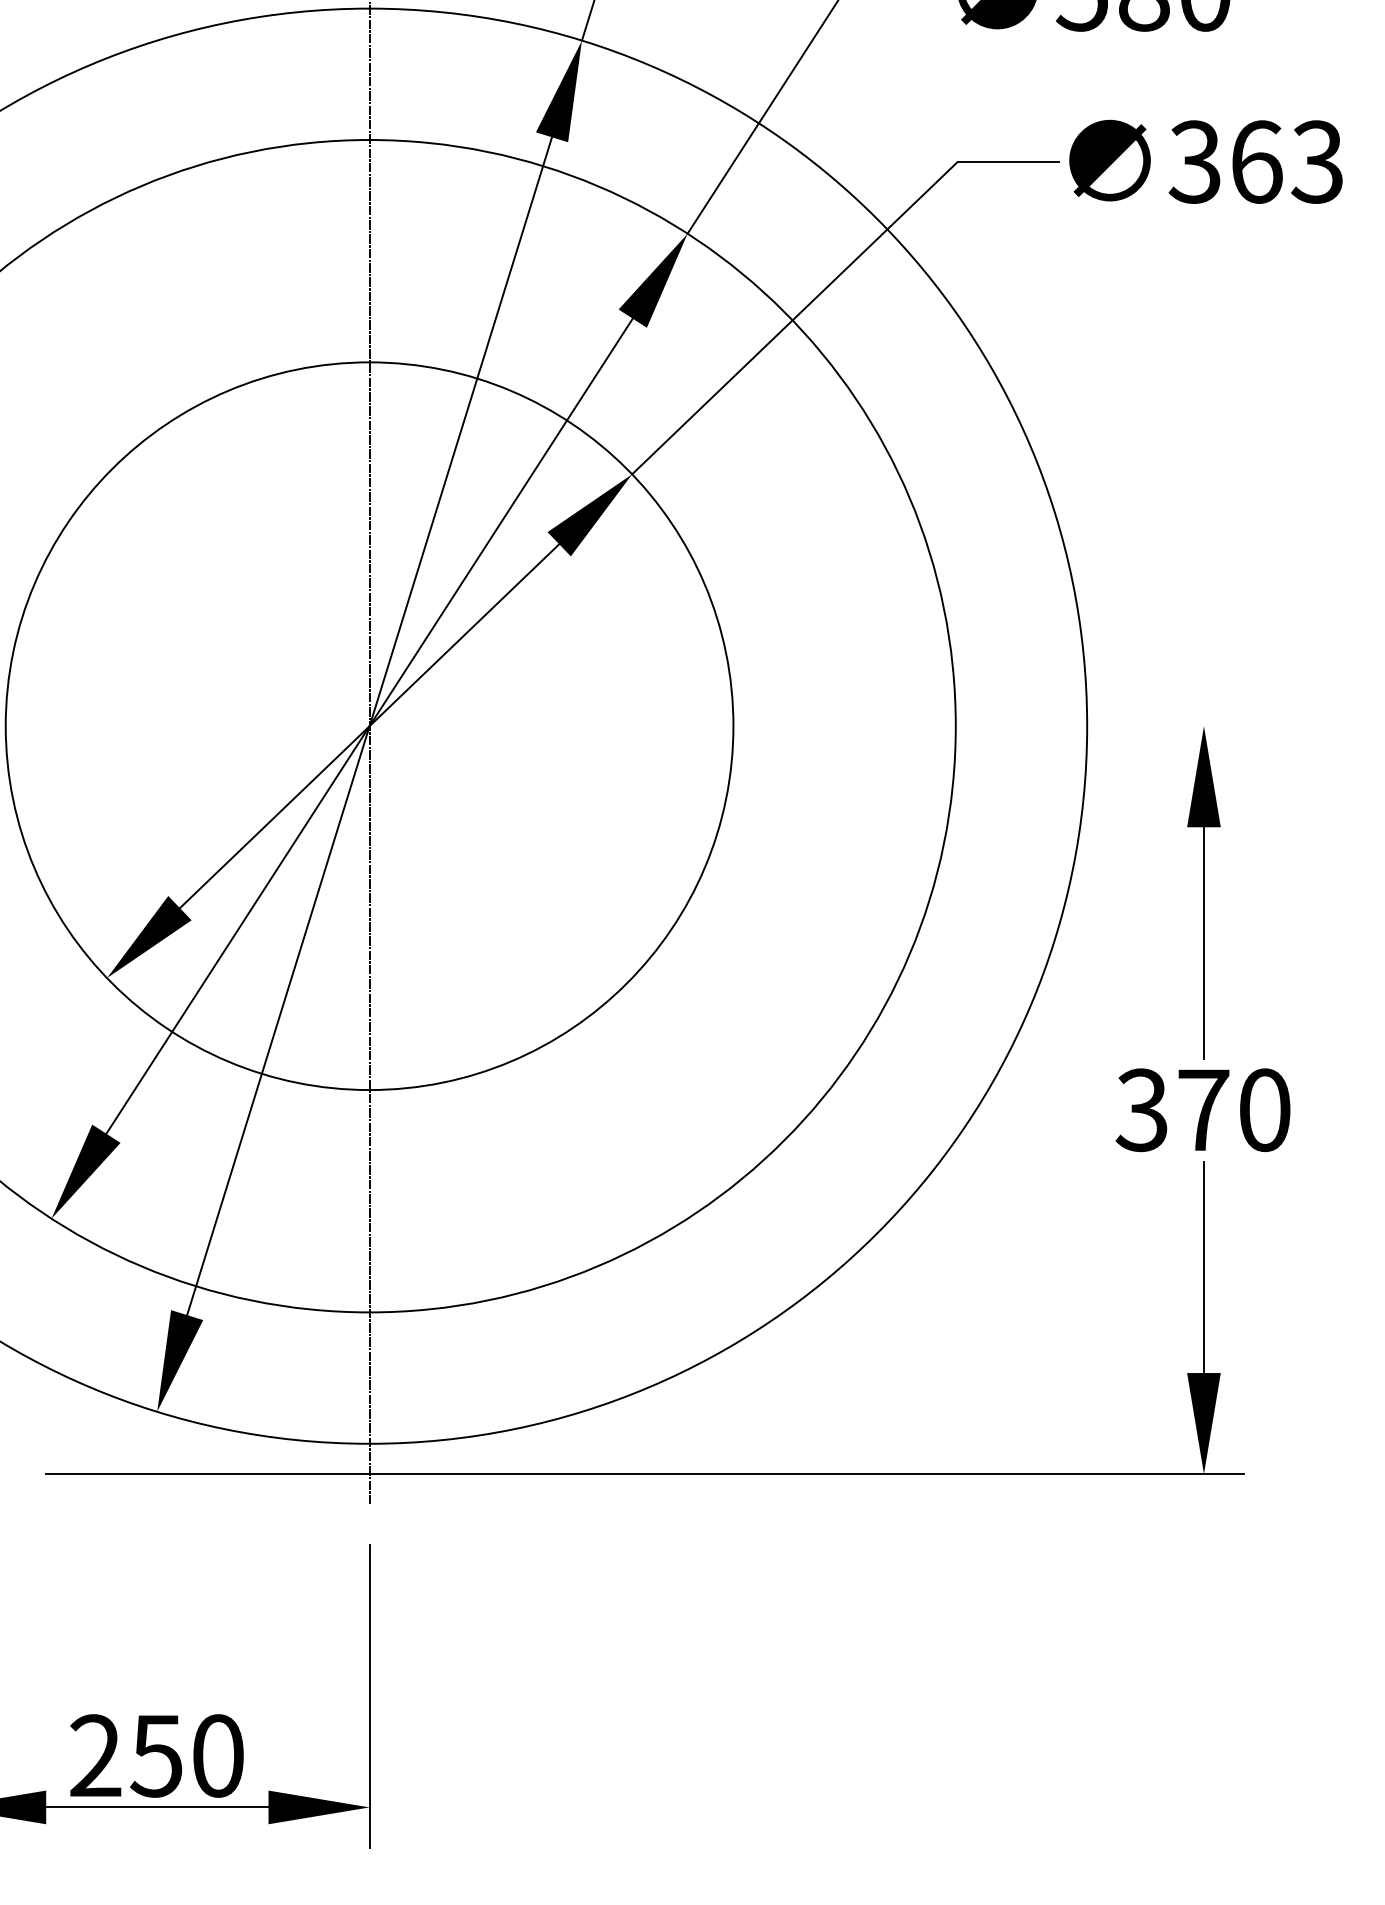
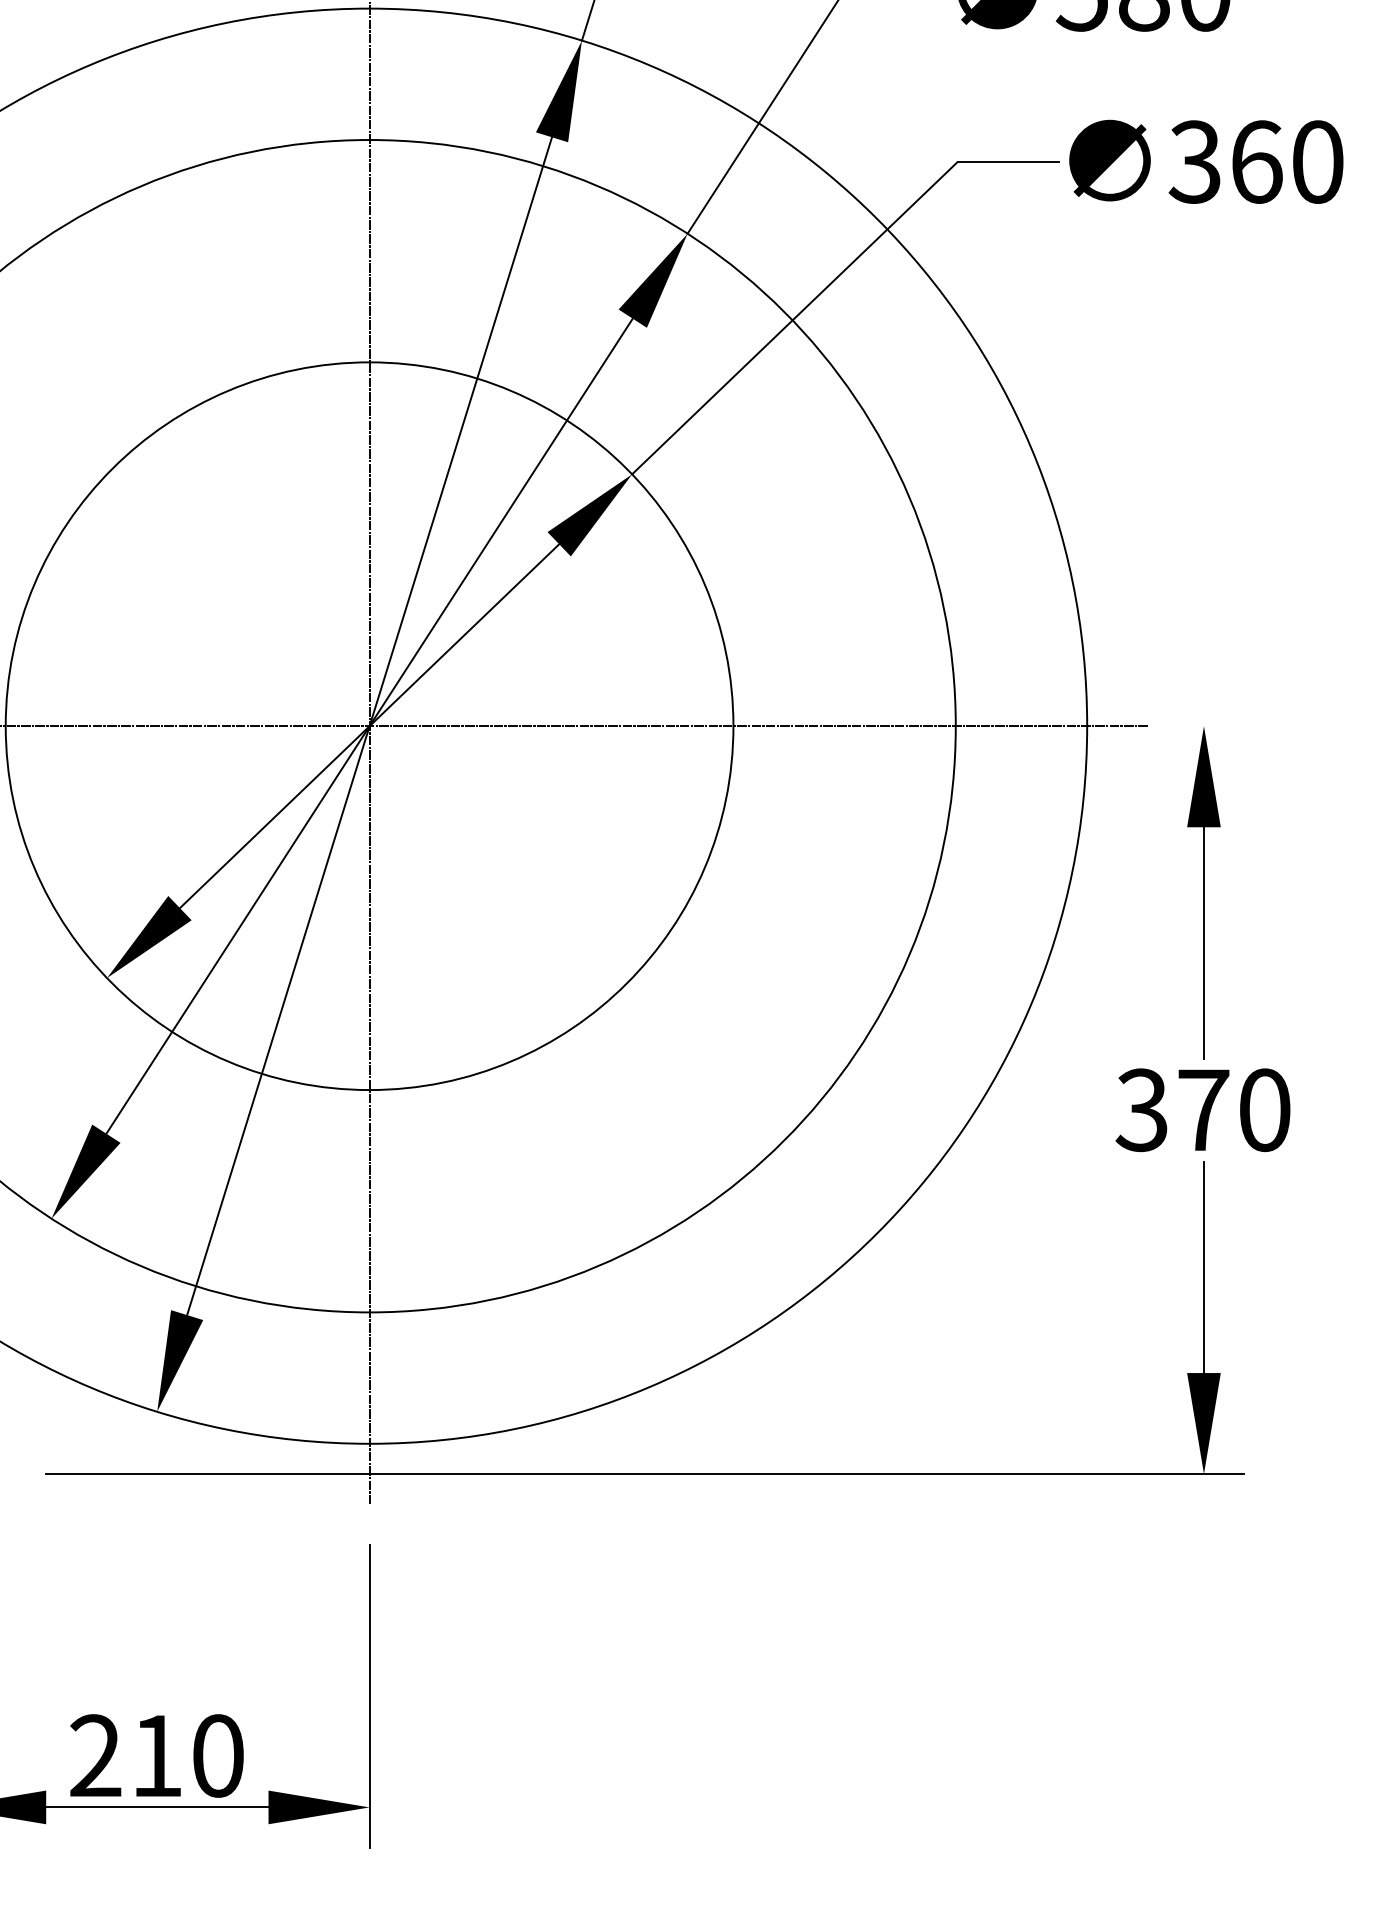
text at (1317, 161): 363 -> 360
line at (574, 726): none -> present
text at (156, 1756): 250 -> 210
